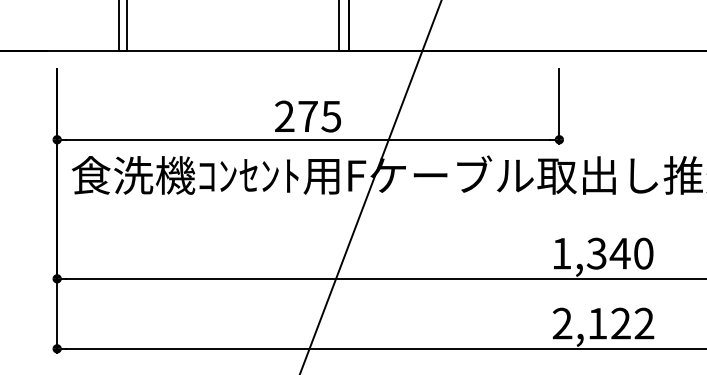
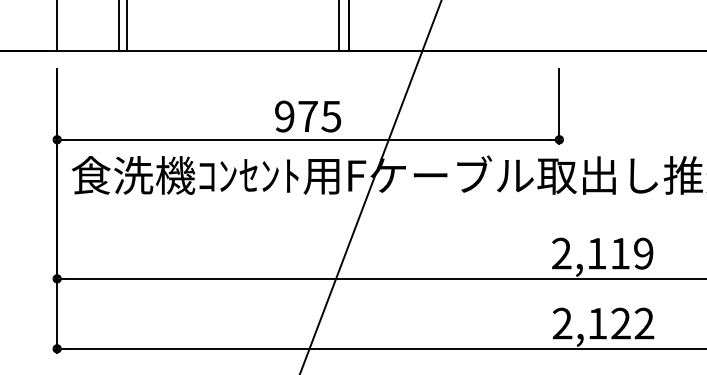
line at (57, 26): none -> present
text at (284, 116): 275 -> 975
text at (602, 253): 1,340 -> 2,119
